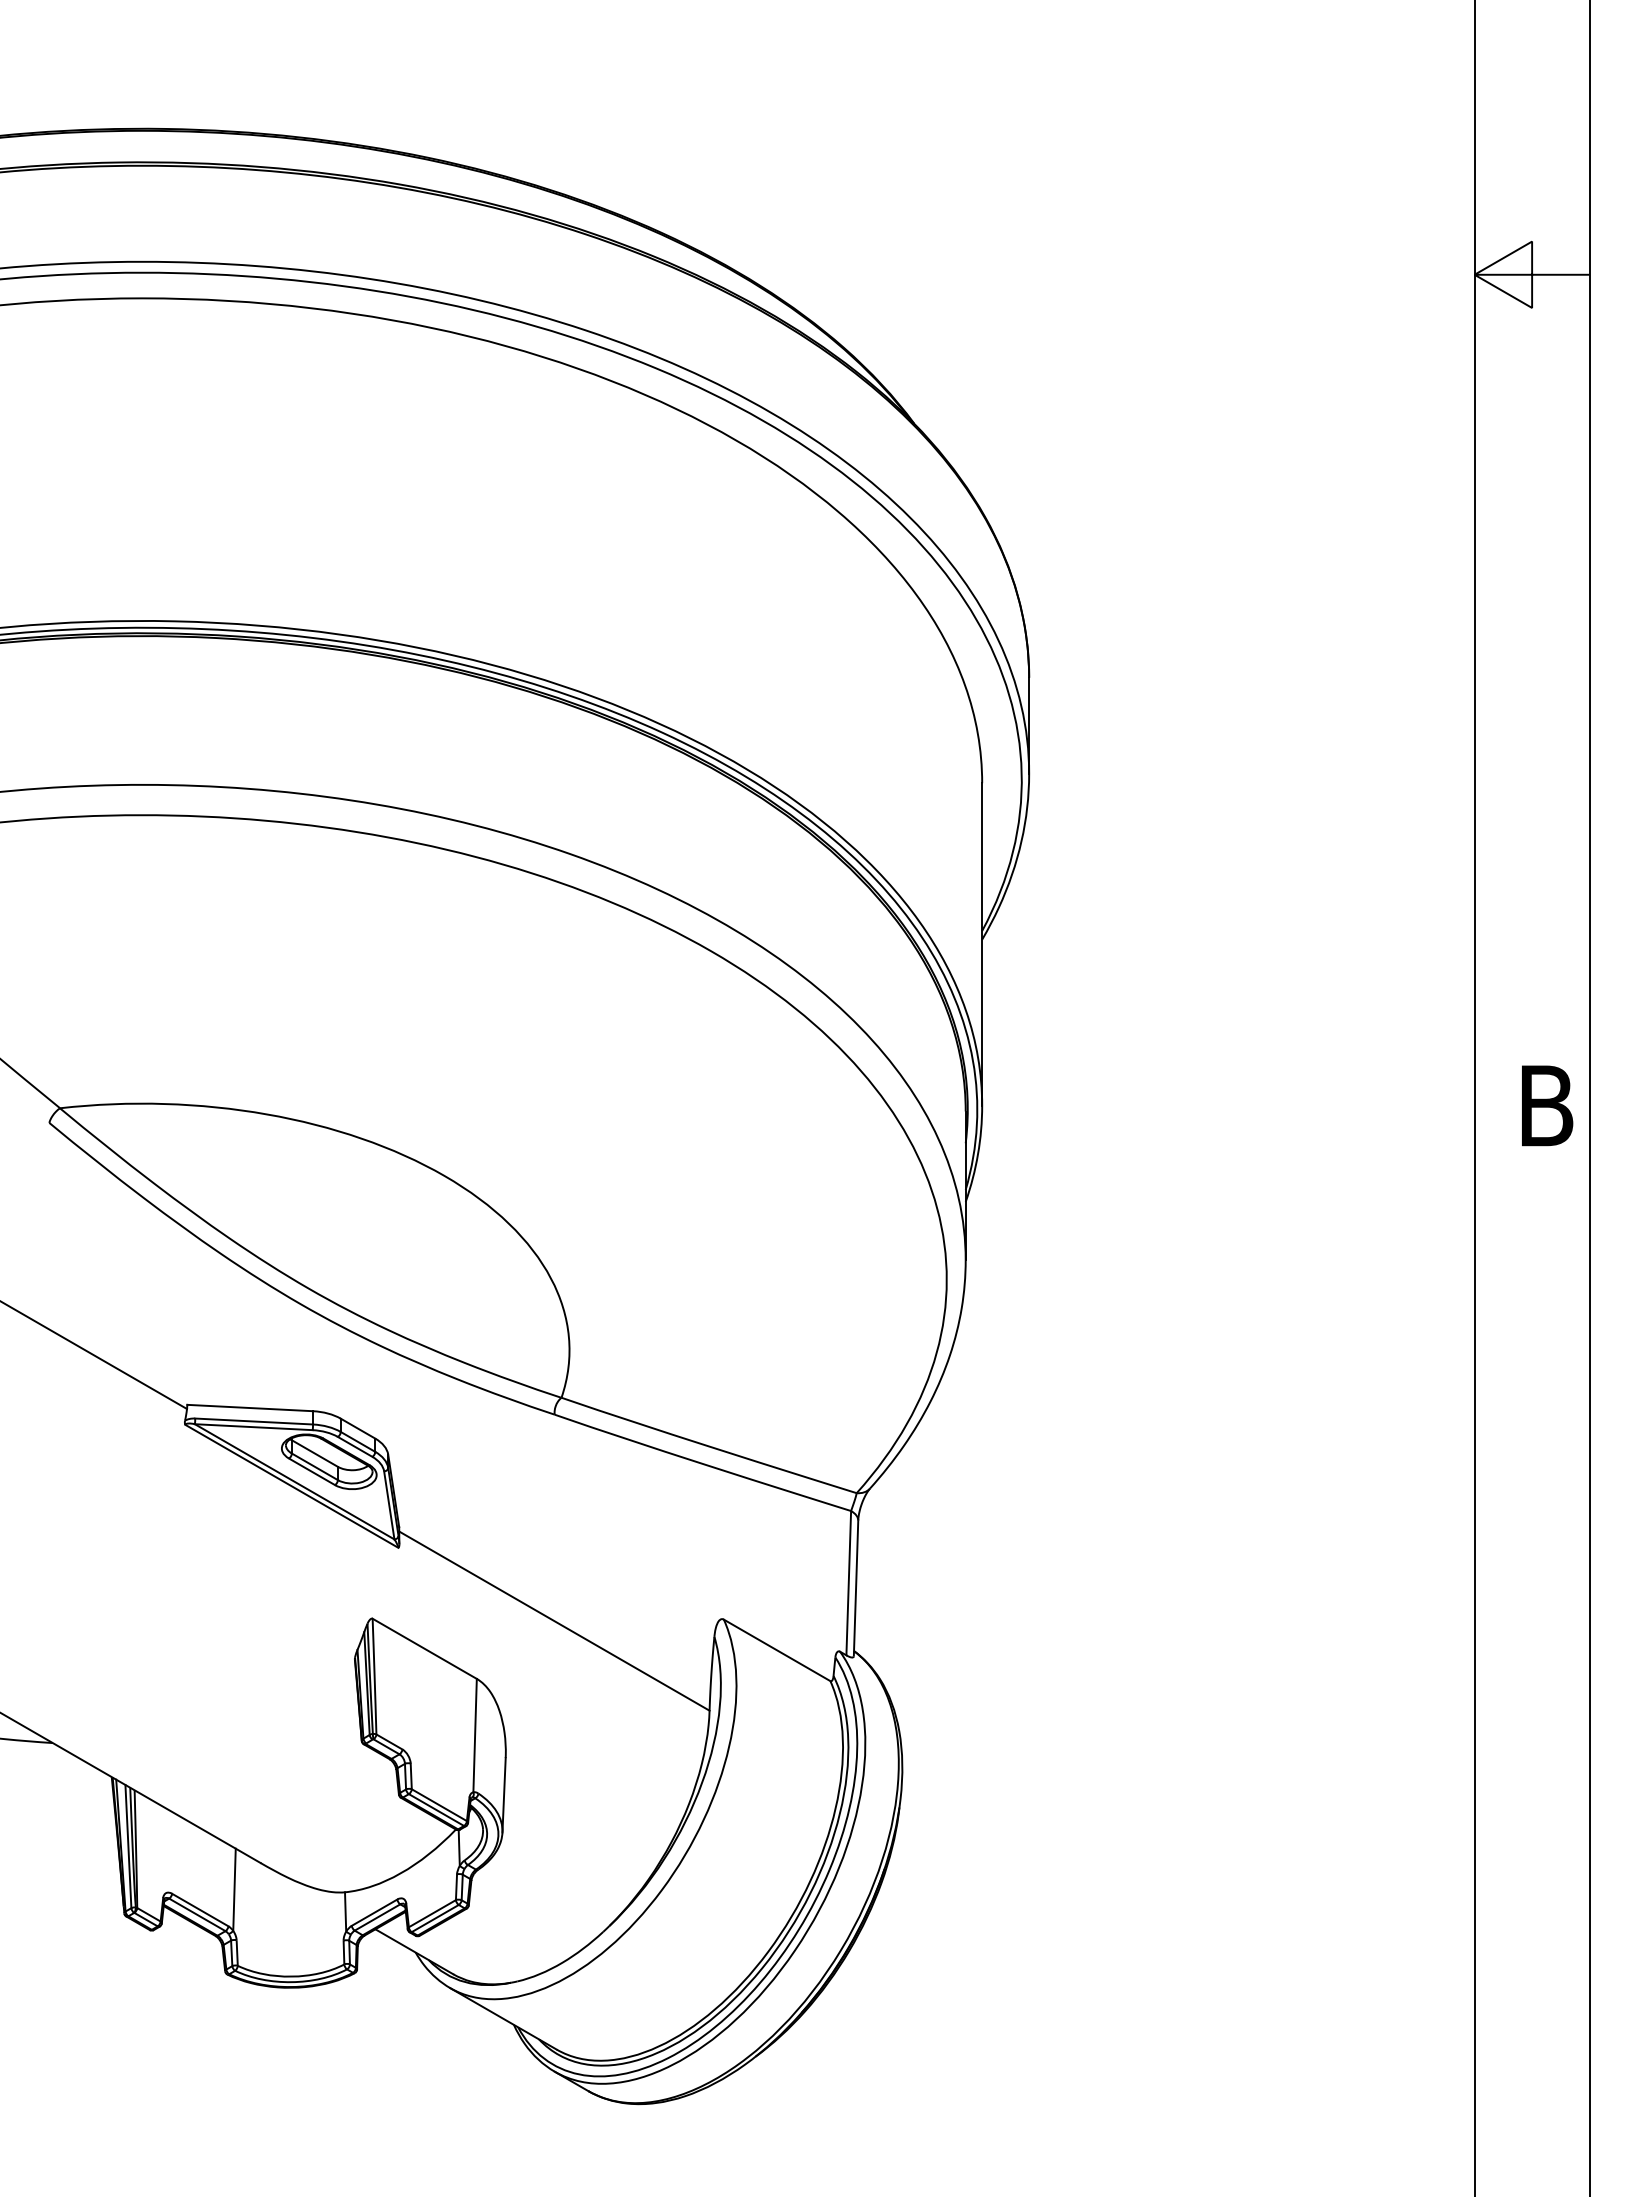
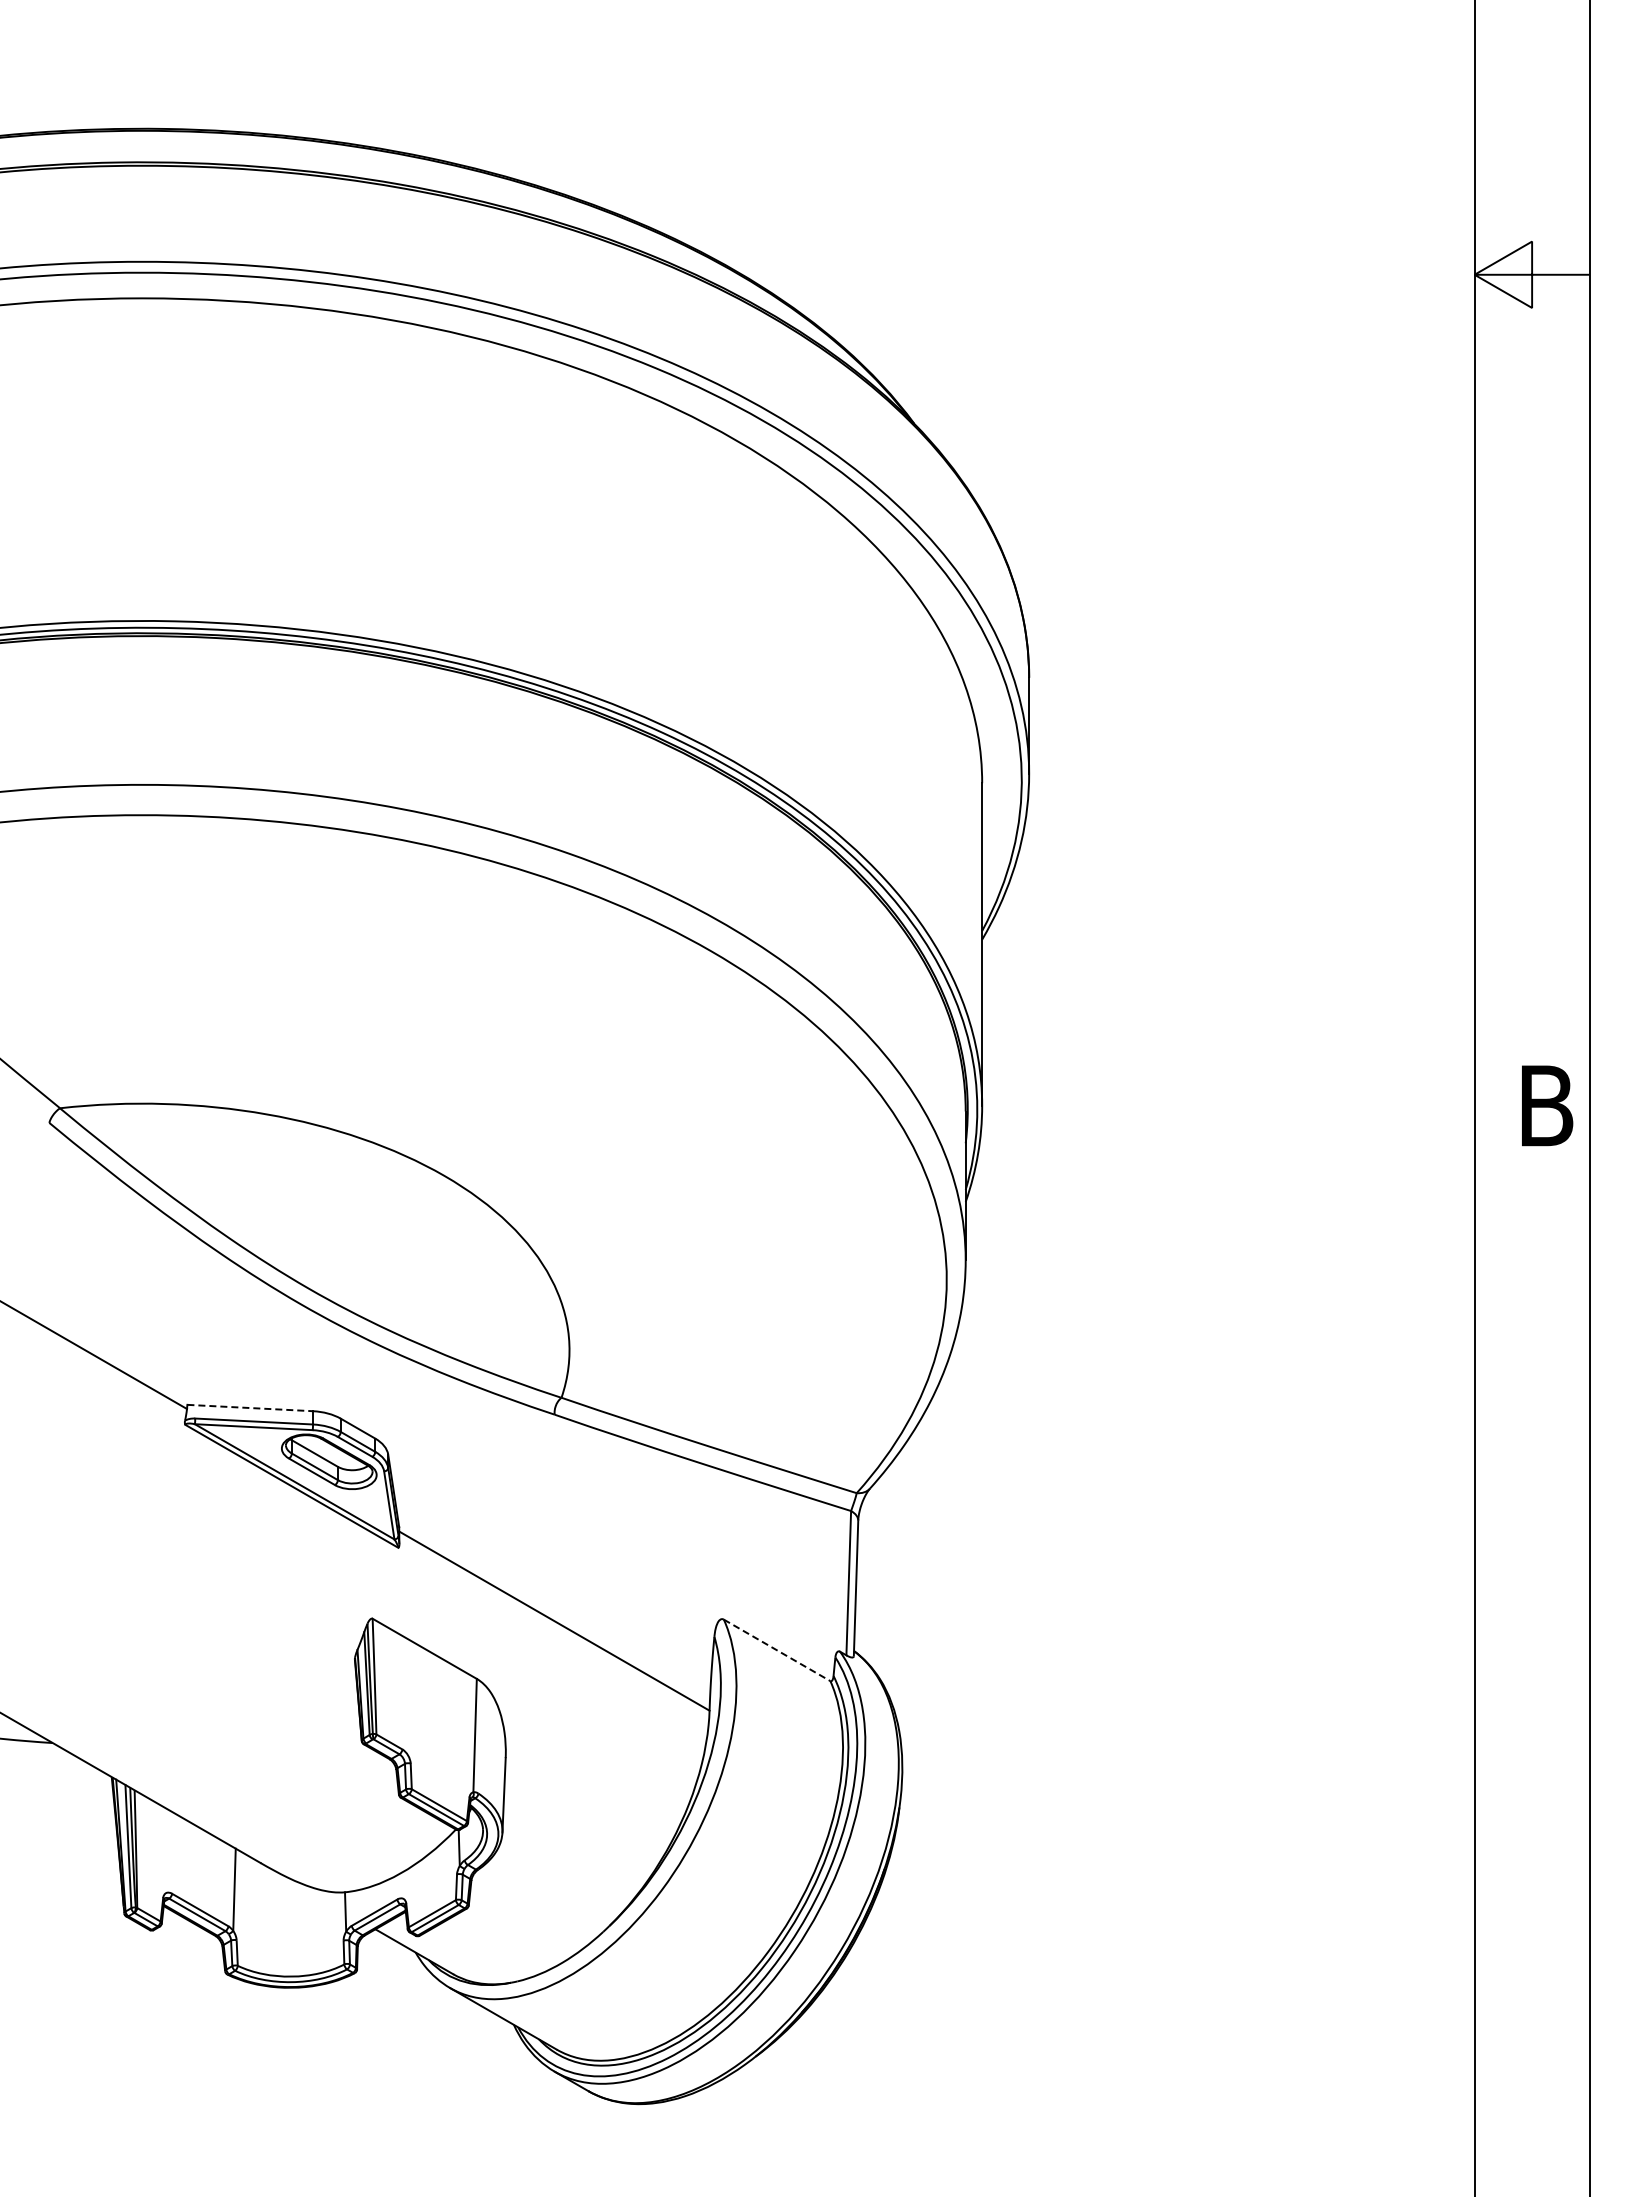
line at (250, 1408): solid -> dashed
line at (777, 1650): solid -> dashed
